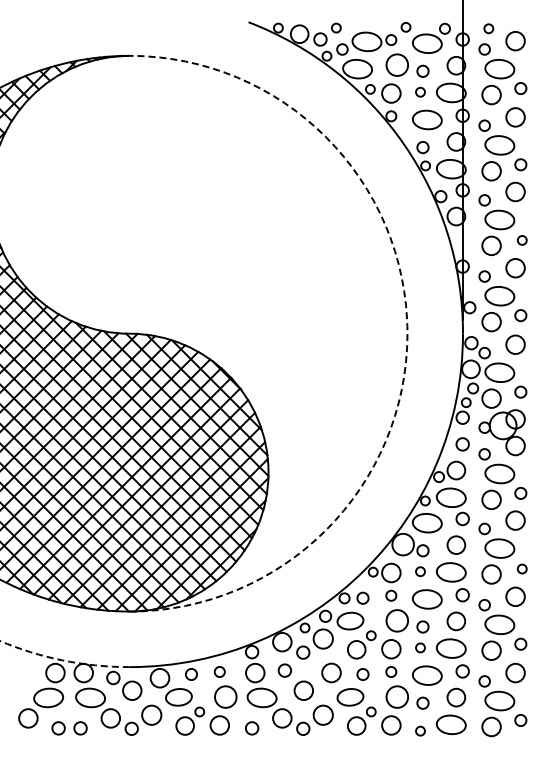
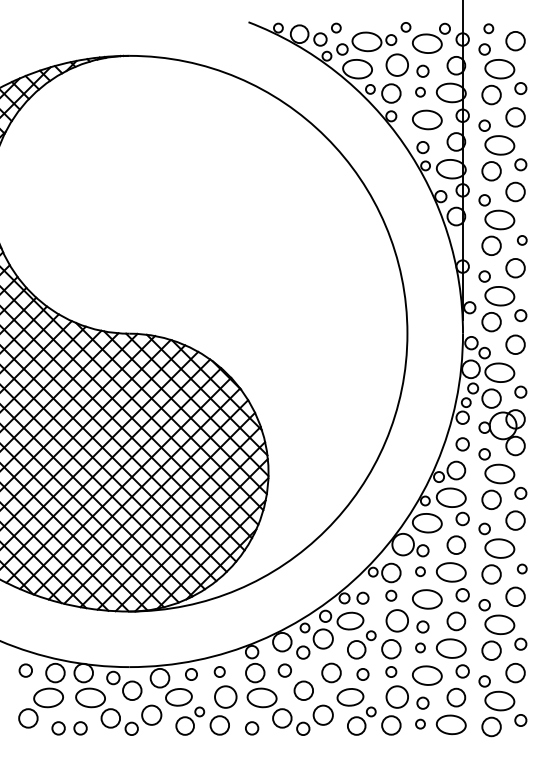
arc at (407, 333): dashed -> solid
arc at (63, 660): dashed -> solid
circle at (25, 670): none -> present
circle at (420, 730) position: (420, 730) -> (420, 723)
